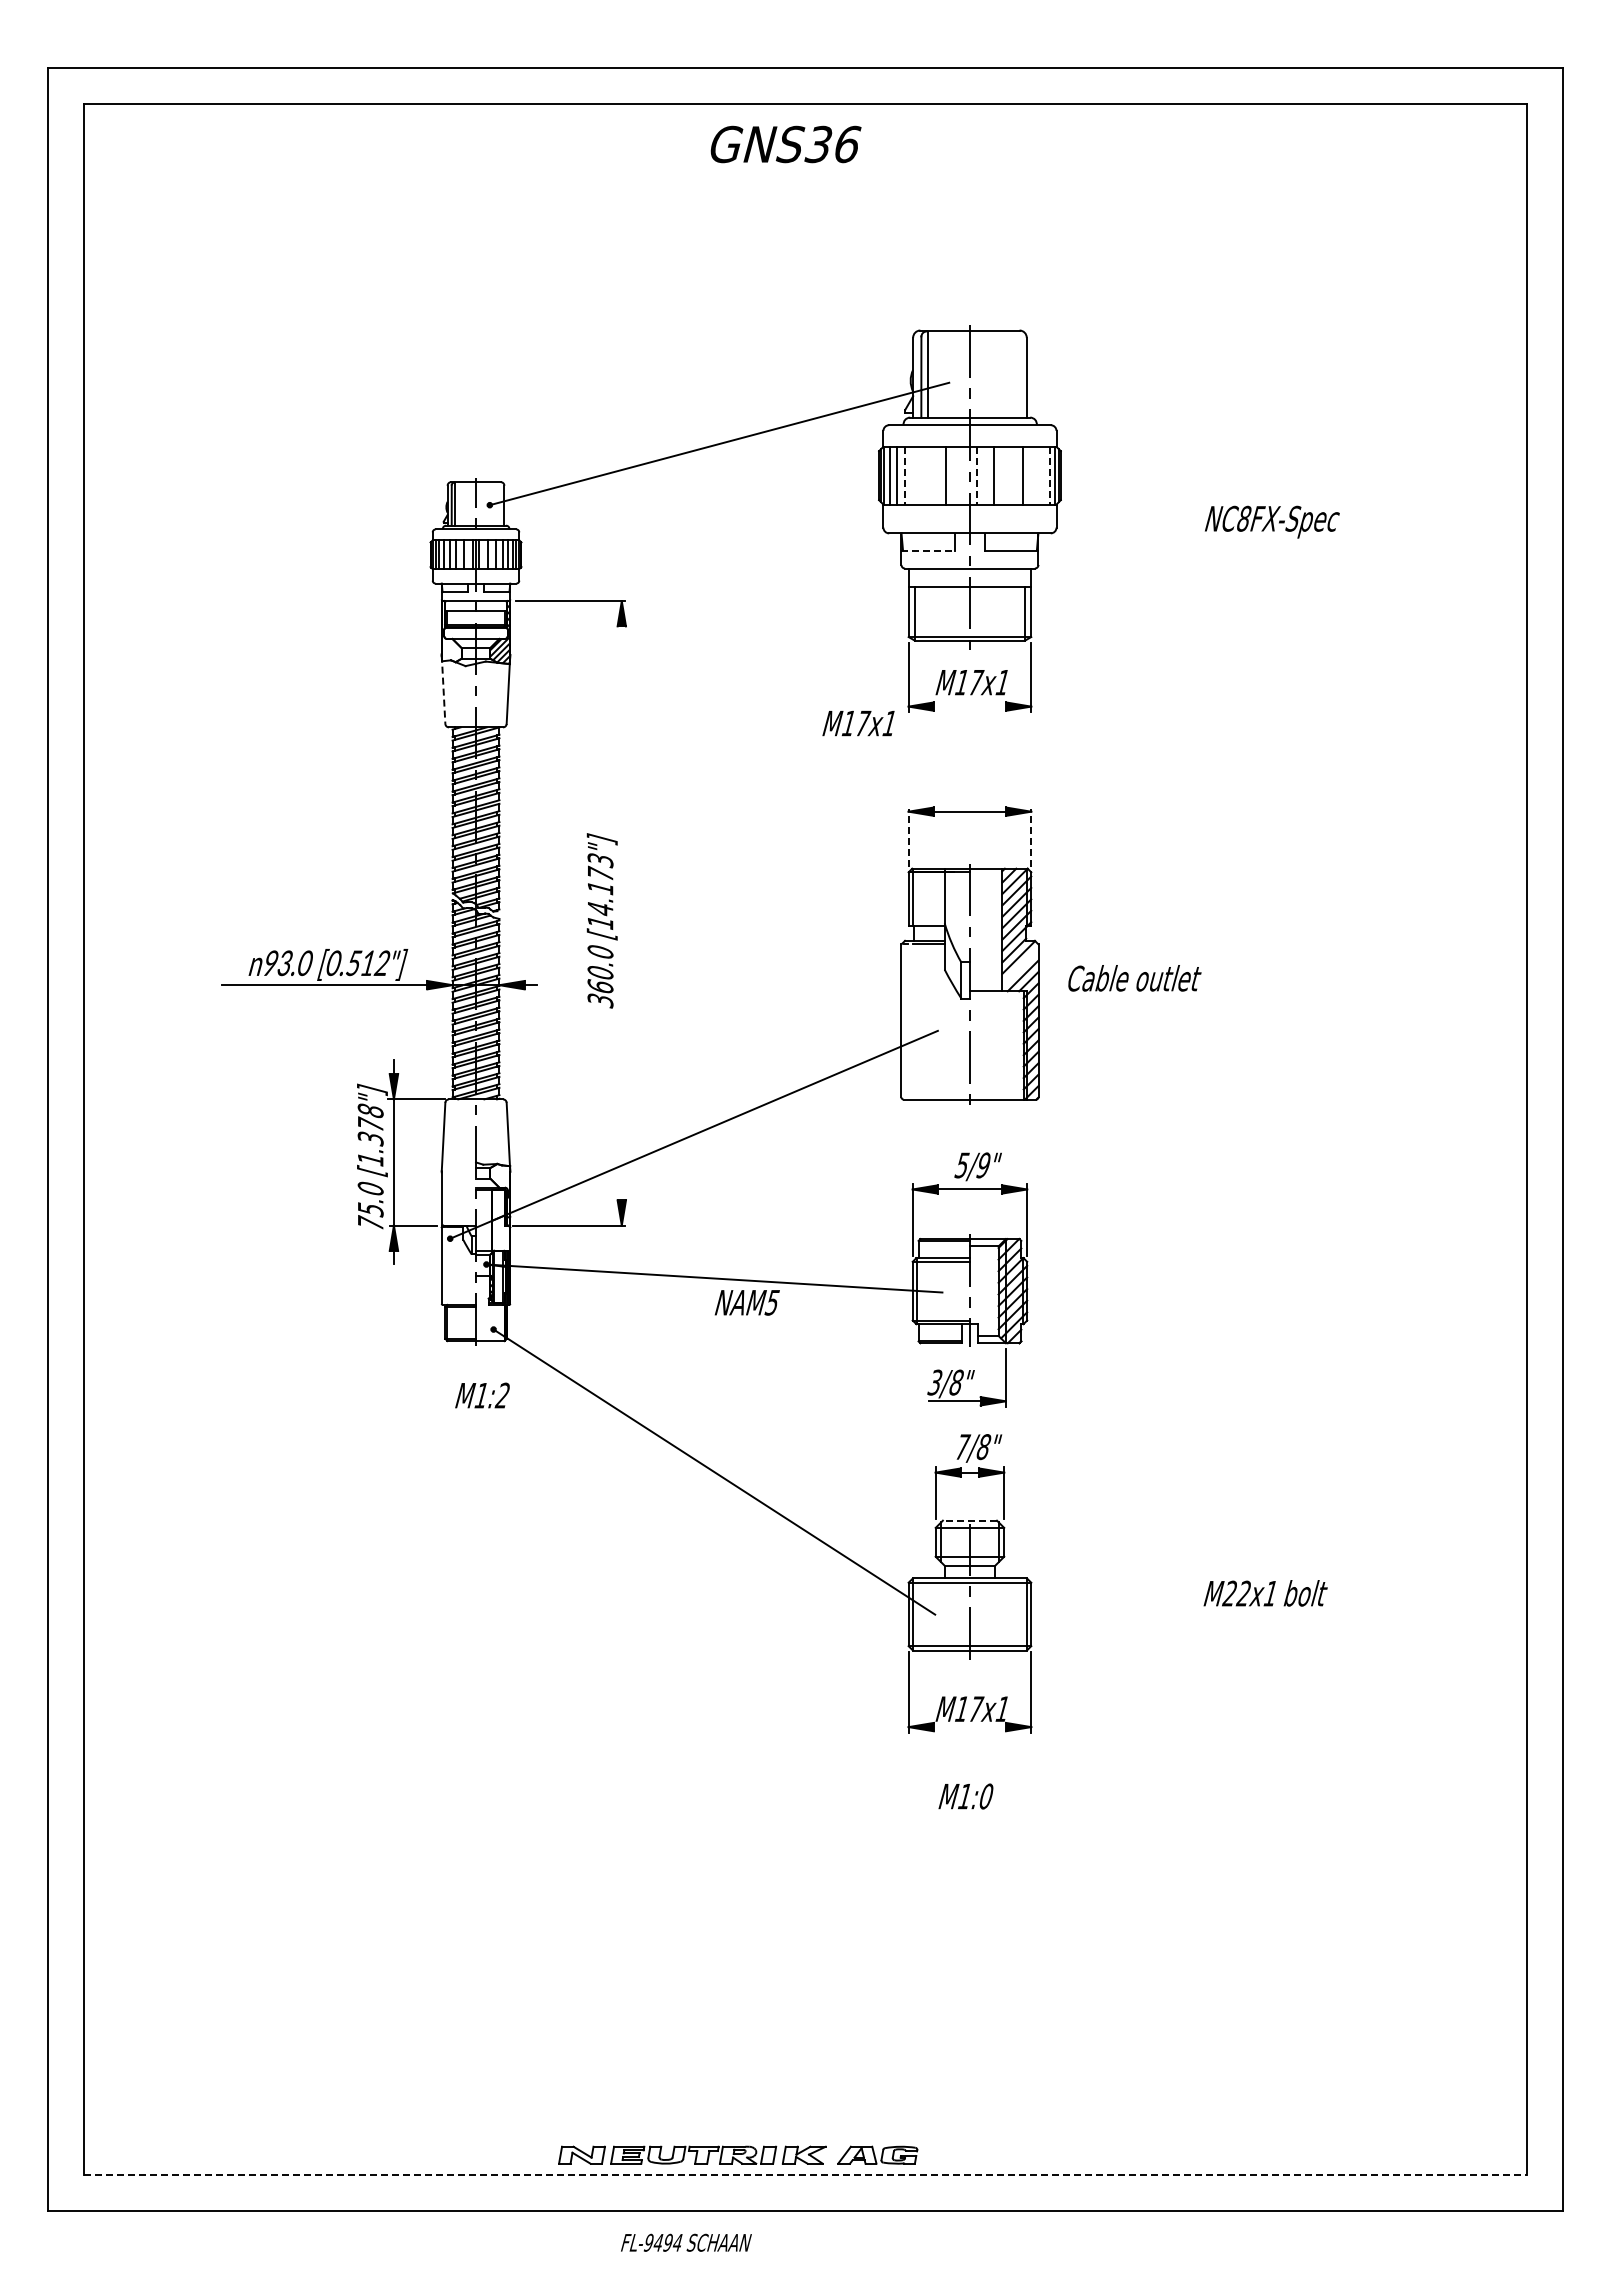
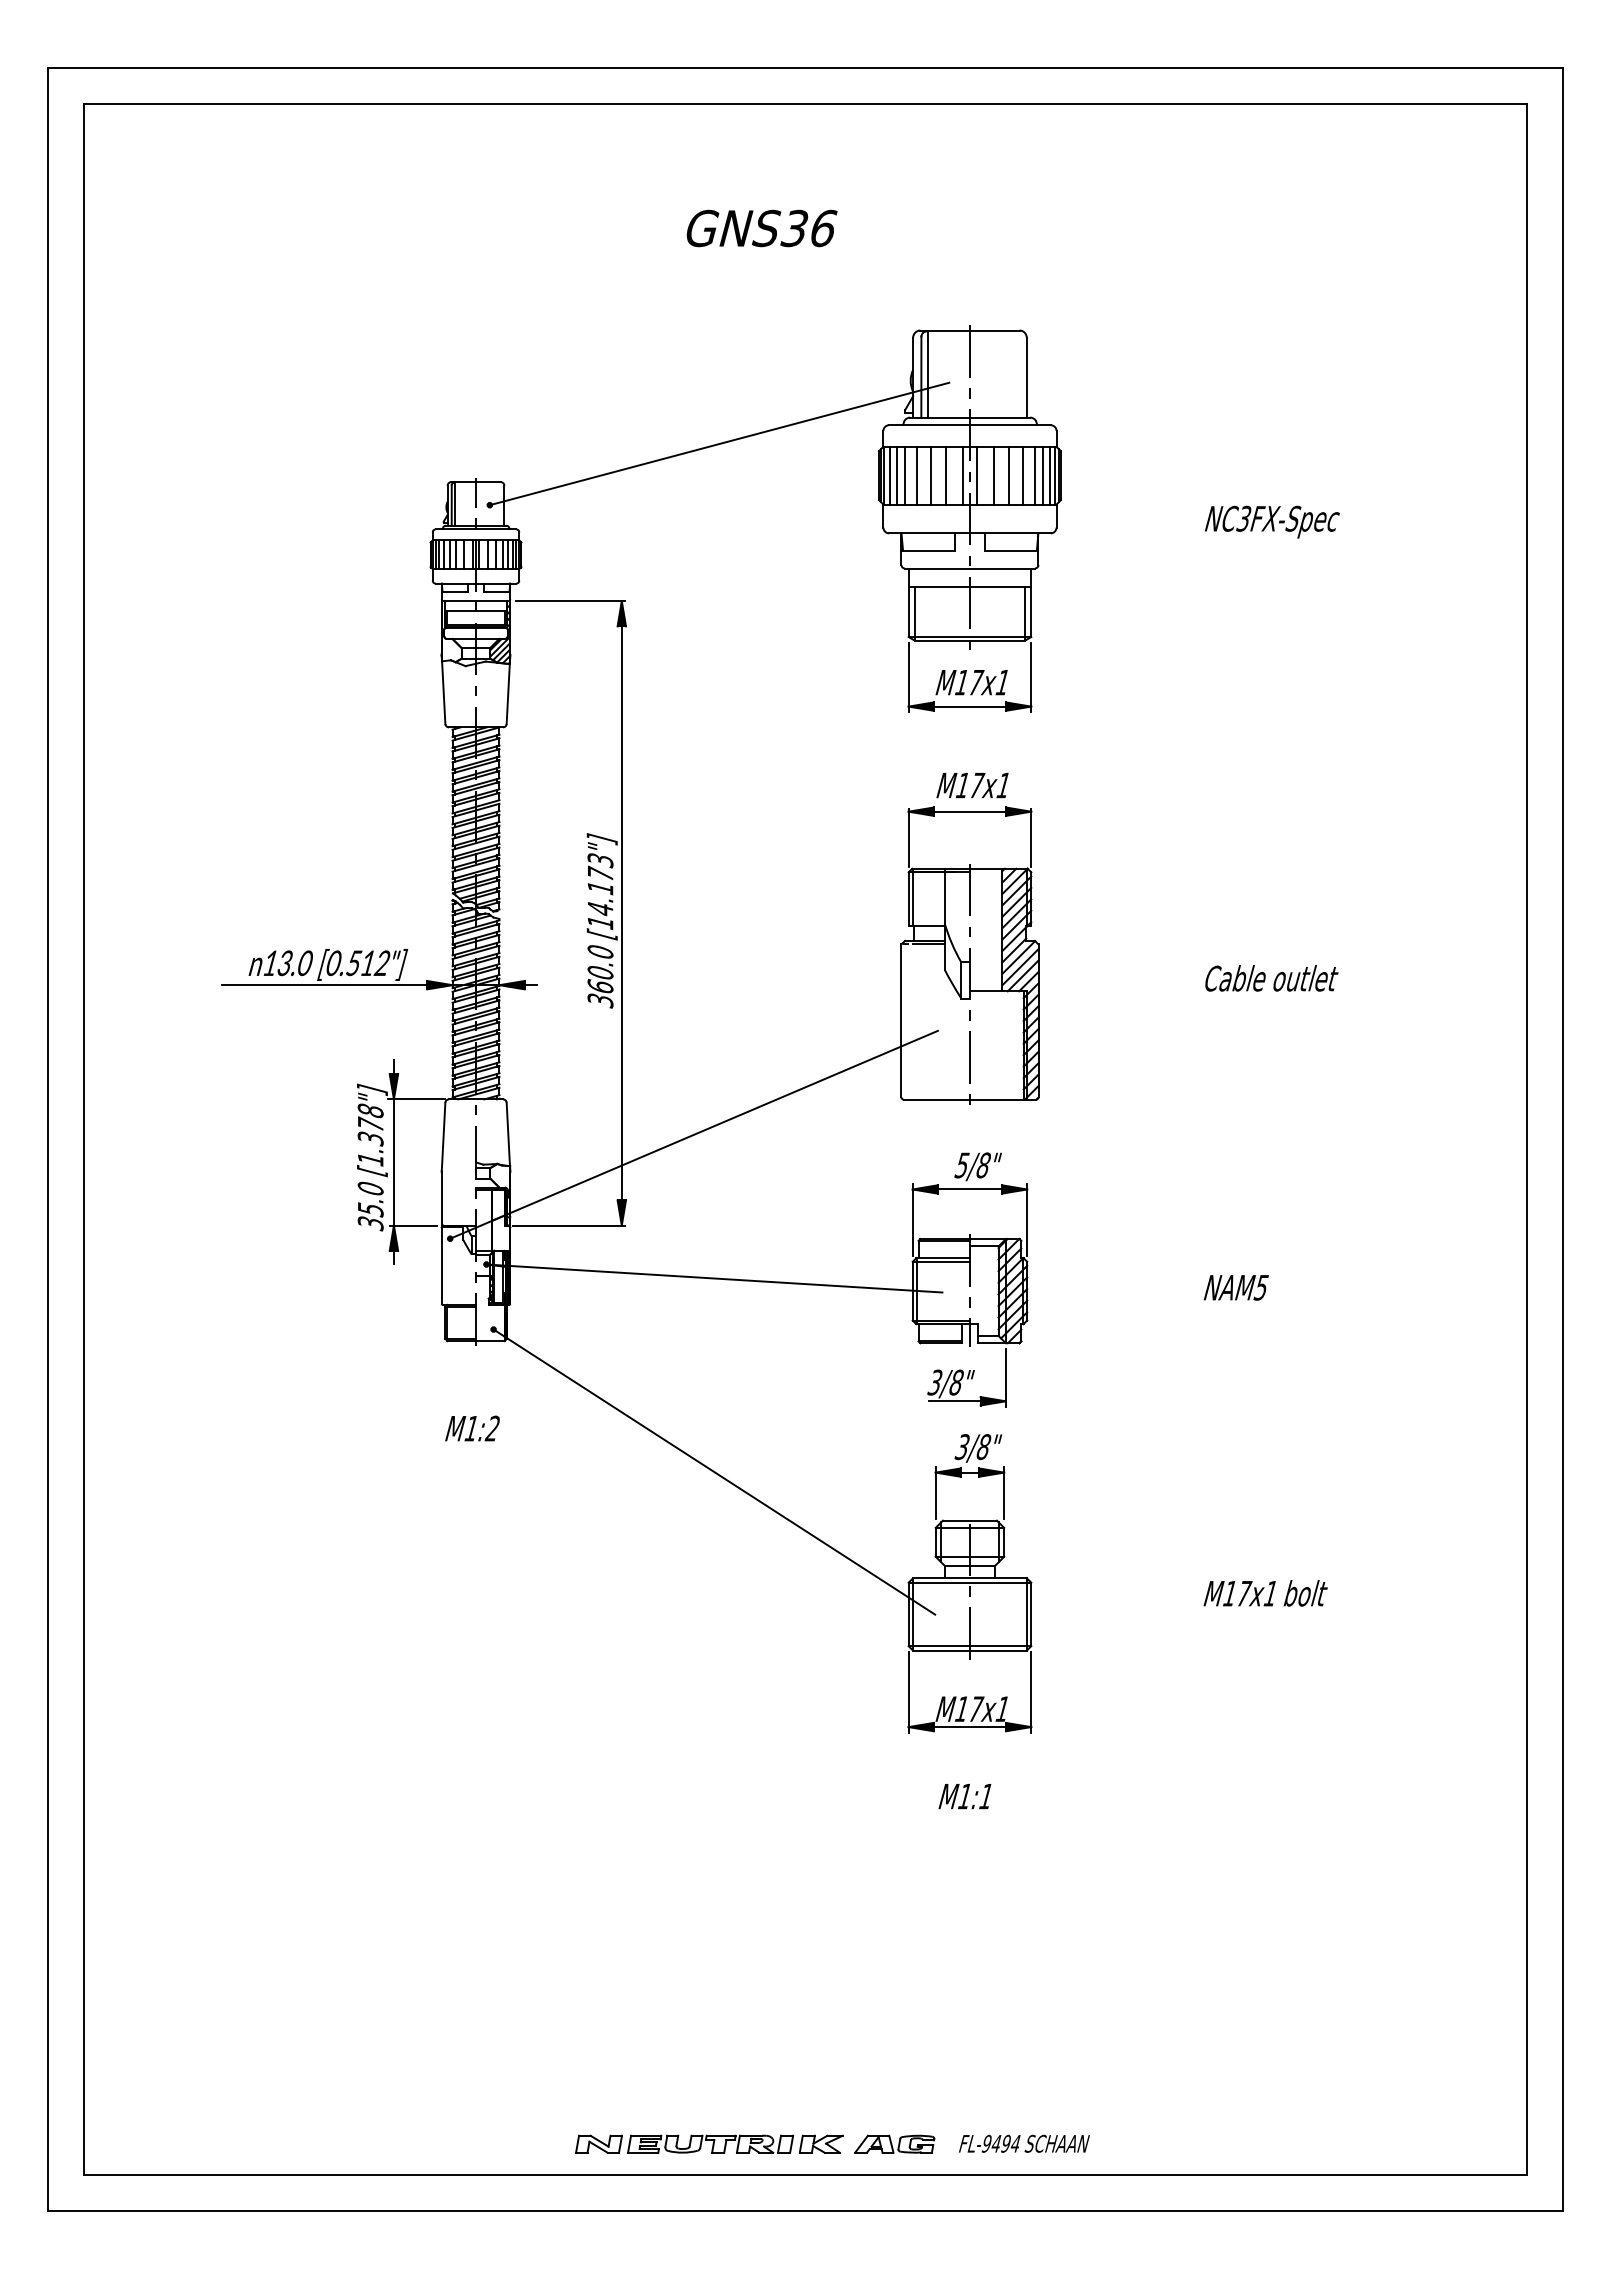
text at (785, 144) position: (785, 144) -> (761, 228)
line at (905, 475): dashed -> solid
line at (916, 475): none -> present
line at (930, 475): none -> present
line at (963, 475): none -> present
line at (976, 475): dashed -> solid
line at (1009, 475): none -> present
line at (1034, 475): none -> present
line at (1043, 475): none -> present
line at (1050, 475): dashed -> solid
text at (1243, 518): NC8FX-Spec -> NC3FX-Spec
line at (928, 550): dashed -> solid
line at (443, 690): dashed -> solid
line at (969, 706): none -> present
text at (858, 723) position: (858, 723) -> (972, 785)
line at (908, 837): dashed -> solid
line at (1031, 837): dashed -> solid
line at (621, 912): none -> present
text at (270, 962): 93.0 -> 13.0
line at (1020, 967): none -> present
text at (1134, 978) position: (1134, 978) -> (1271, 978)
text at (983, 1165): 5/9" -> 5/8"
text at (370, 1223): 75.0 -> 35.0
text at (746, 1302) position: (746, 1302) -> (1235, 1287)
text at (482, 1395) position: (482, 1395) -> (472, 1428)
text at (962, 1447): 7/8" -> 3/8"
line at (969, 1520): dashed -> solid
text at (1237, 1593): M22x1 -> M17x1
line at (969, 1727): none -> present
text at (986, 1796): M1:0 -> M1:1
part at (738, 2154) position: (738, 2154) -> (755, 2143)
line at (805, 2174): dashed -> solid
text at (686, 2242) position: (686, 2242) -> (1024, 2143)
